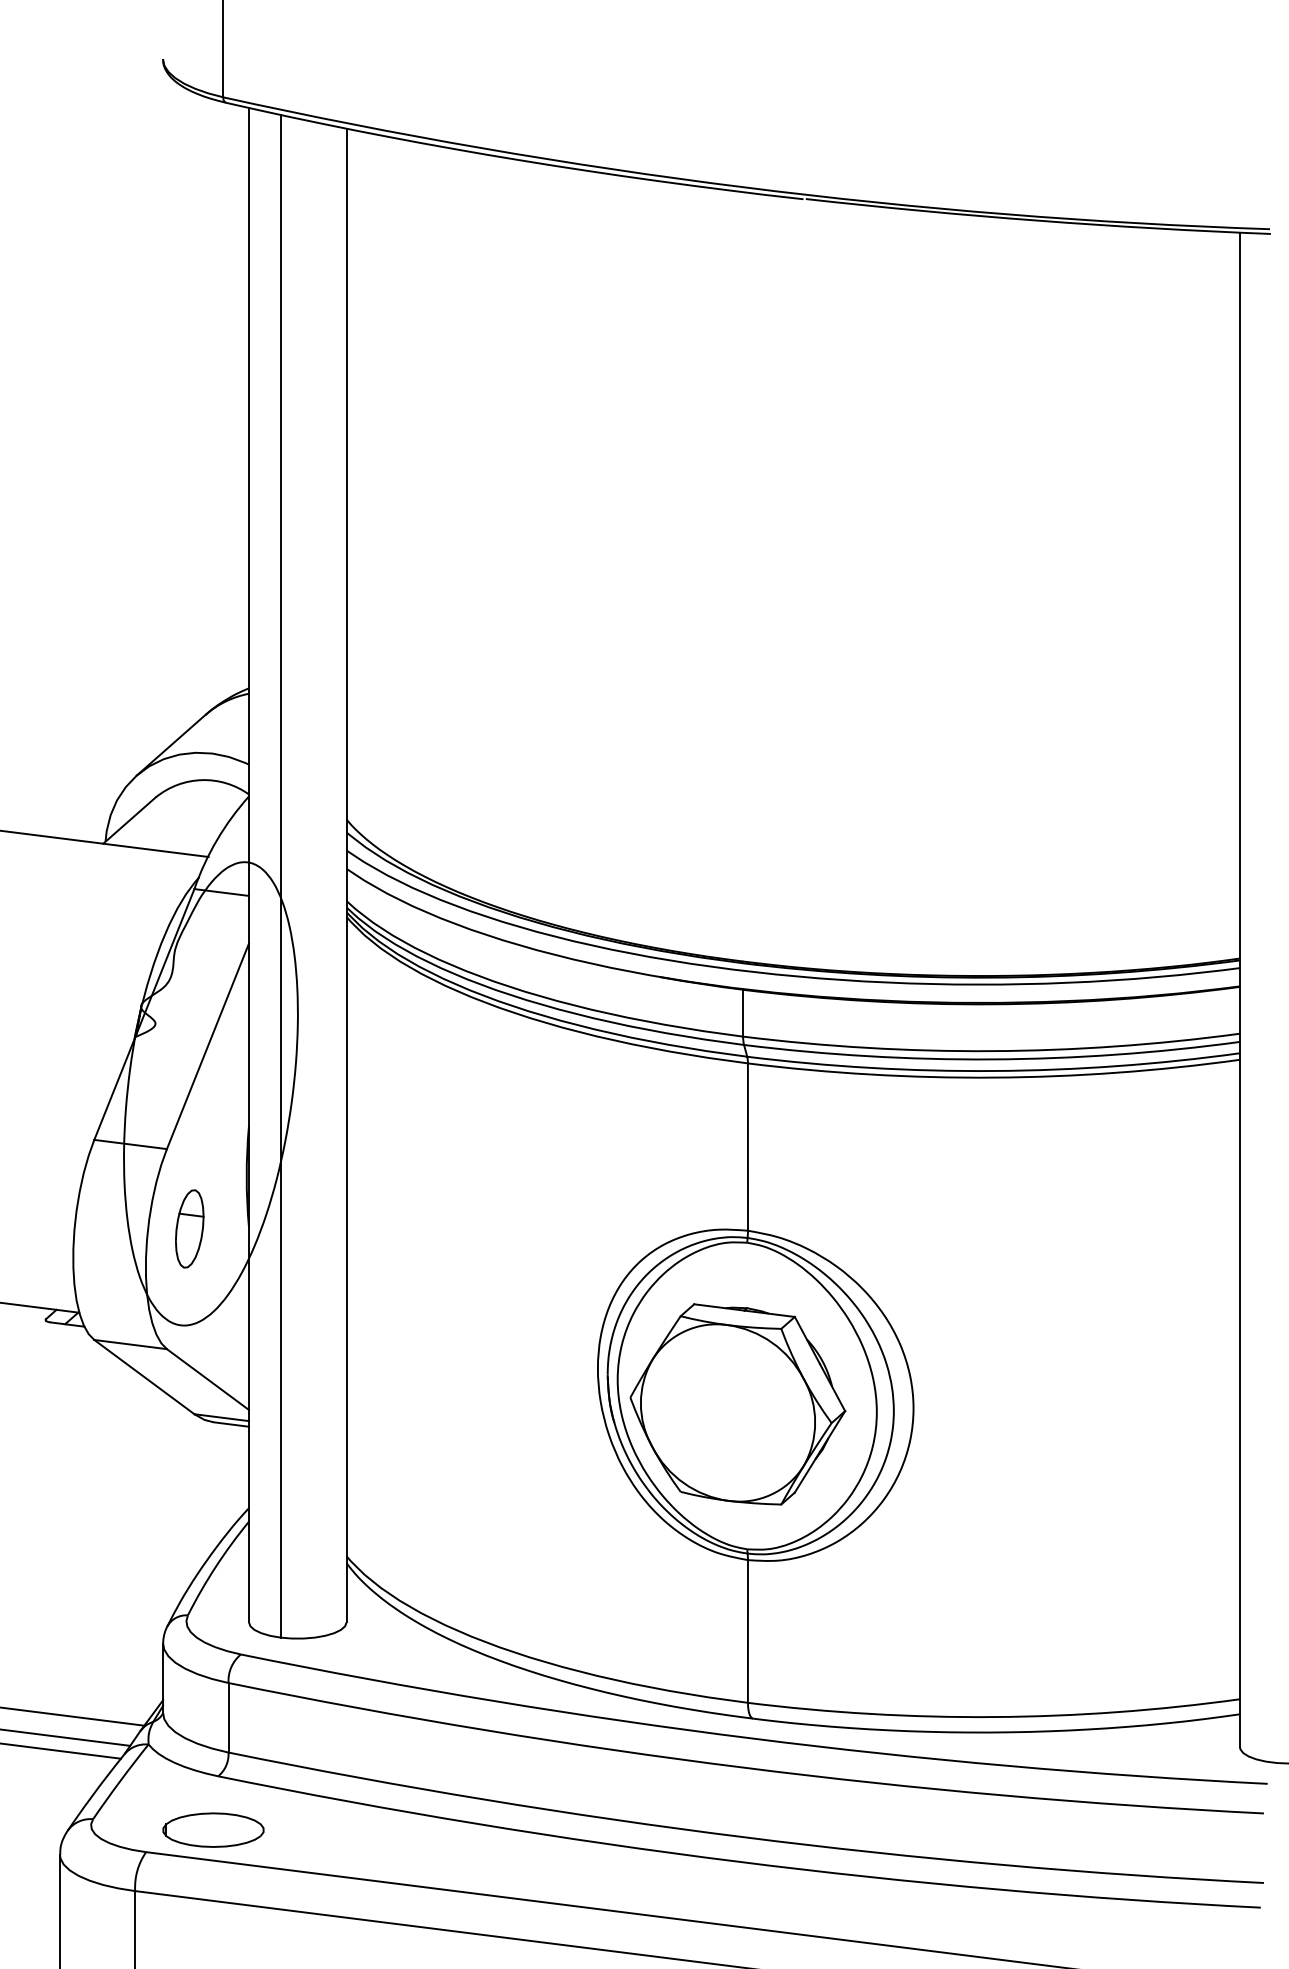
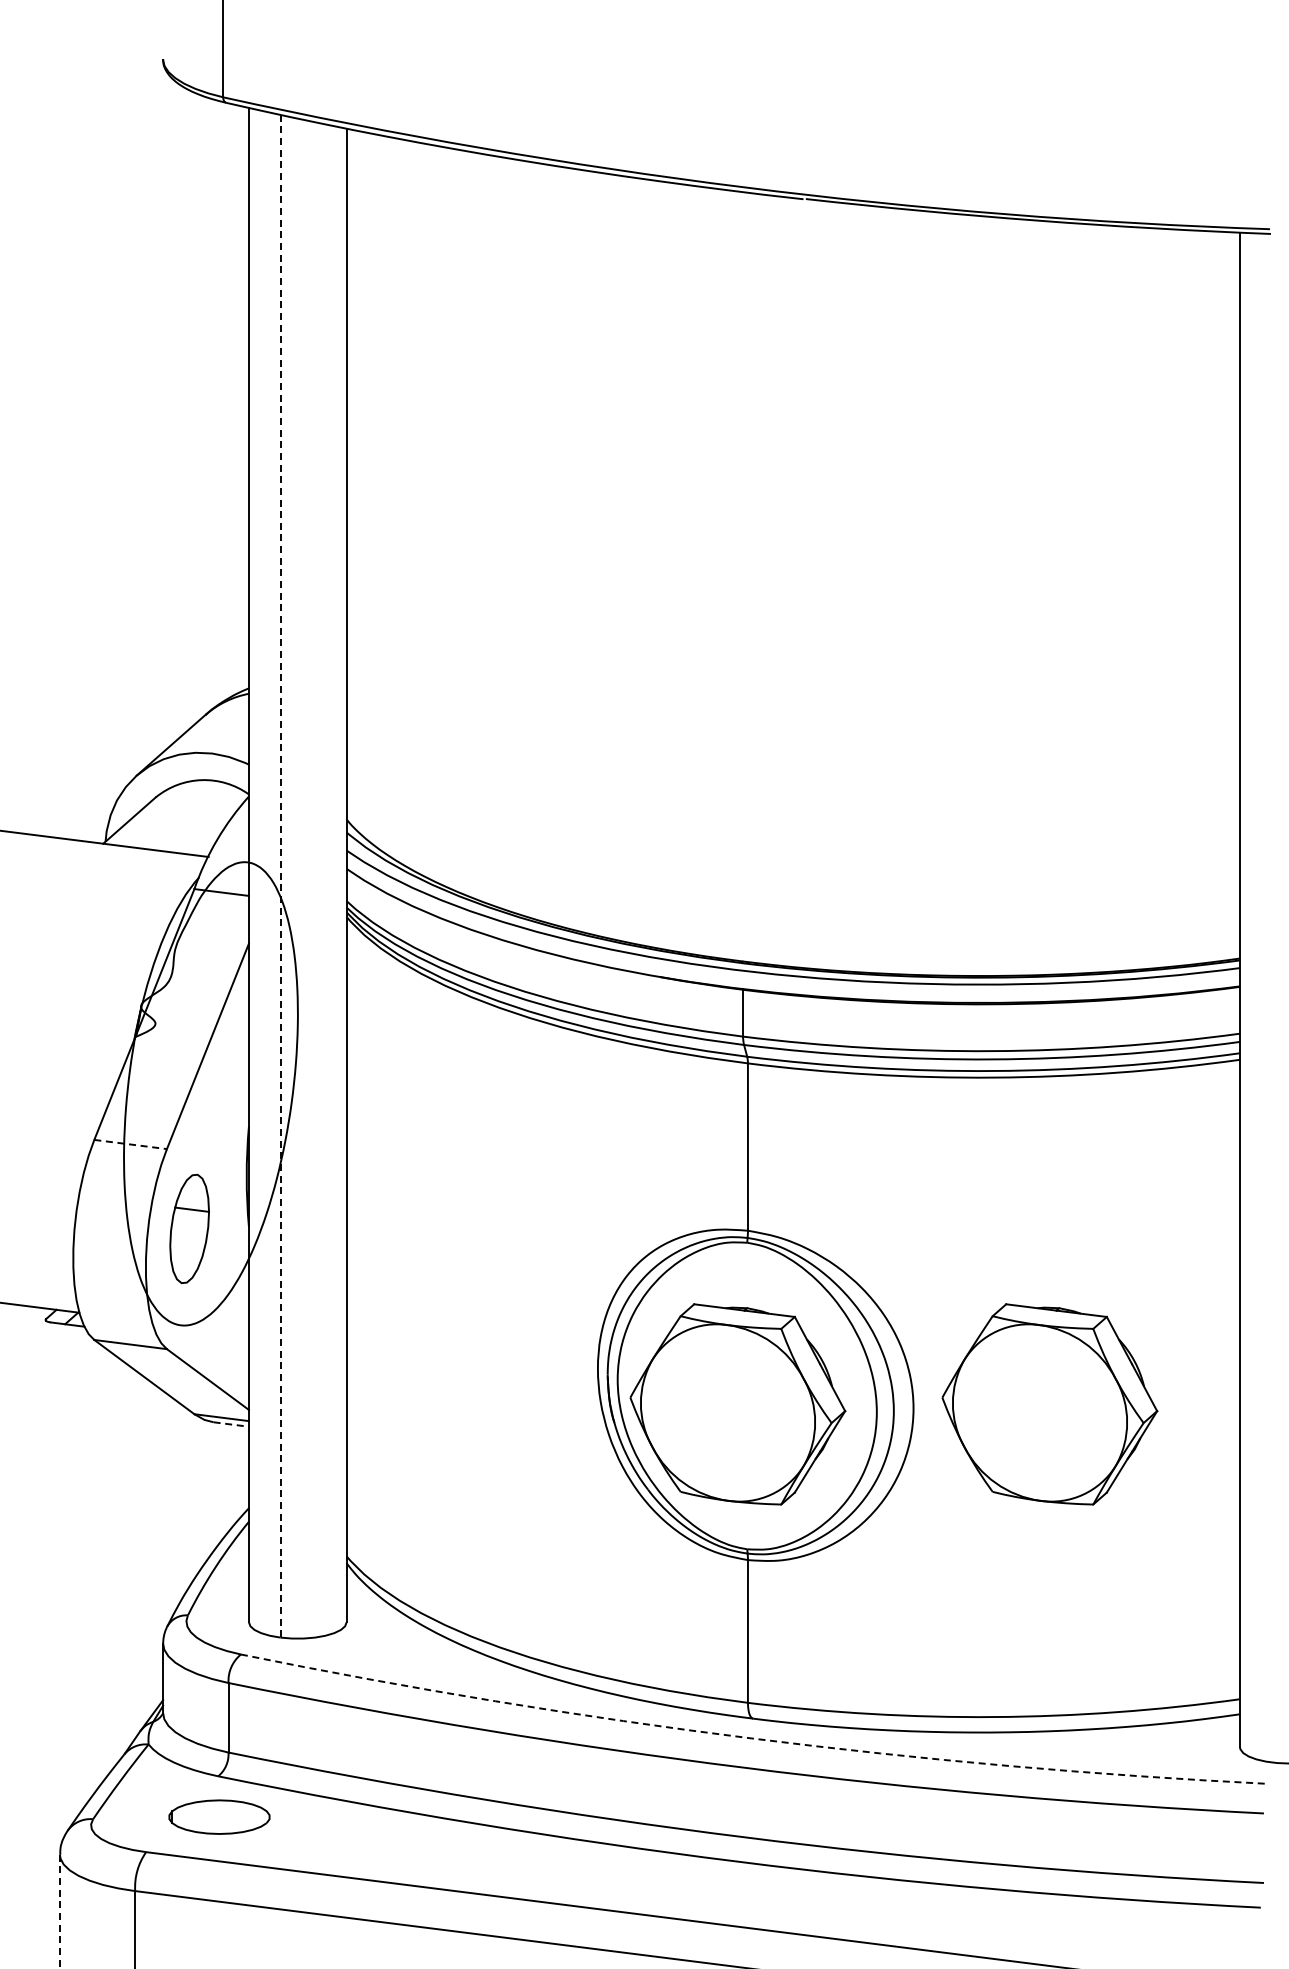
line at (280, 876): solid -> dashed
line at (130, 1144): solid -> dashed
part at (189, 1228) size: 30x80 px -> 41x111 px
part at (1049, 1404): none -> present
line at (231, 1424): solid -> dashed
line at (73, 1716): present -> none
line at (66, 1737): present -> none
arc at (751, 1738): solid -> dashed
line at (61, 1750): present -> none
part at (213, 1829) position: (213, 1829) -> (219, 1816)
line at (59, 1911): solid -> dashed
